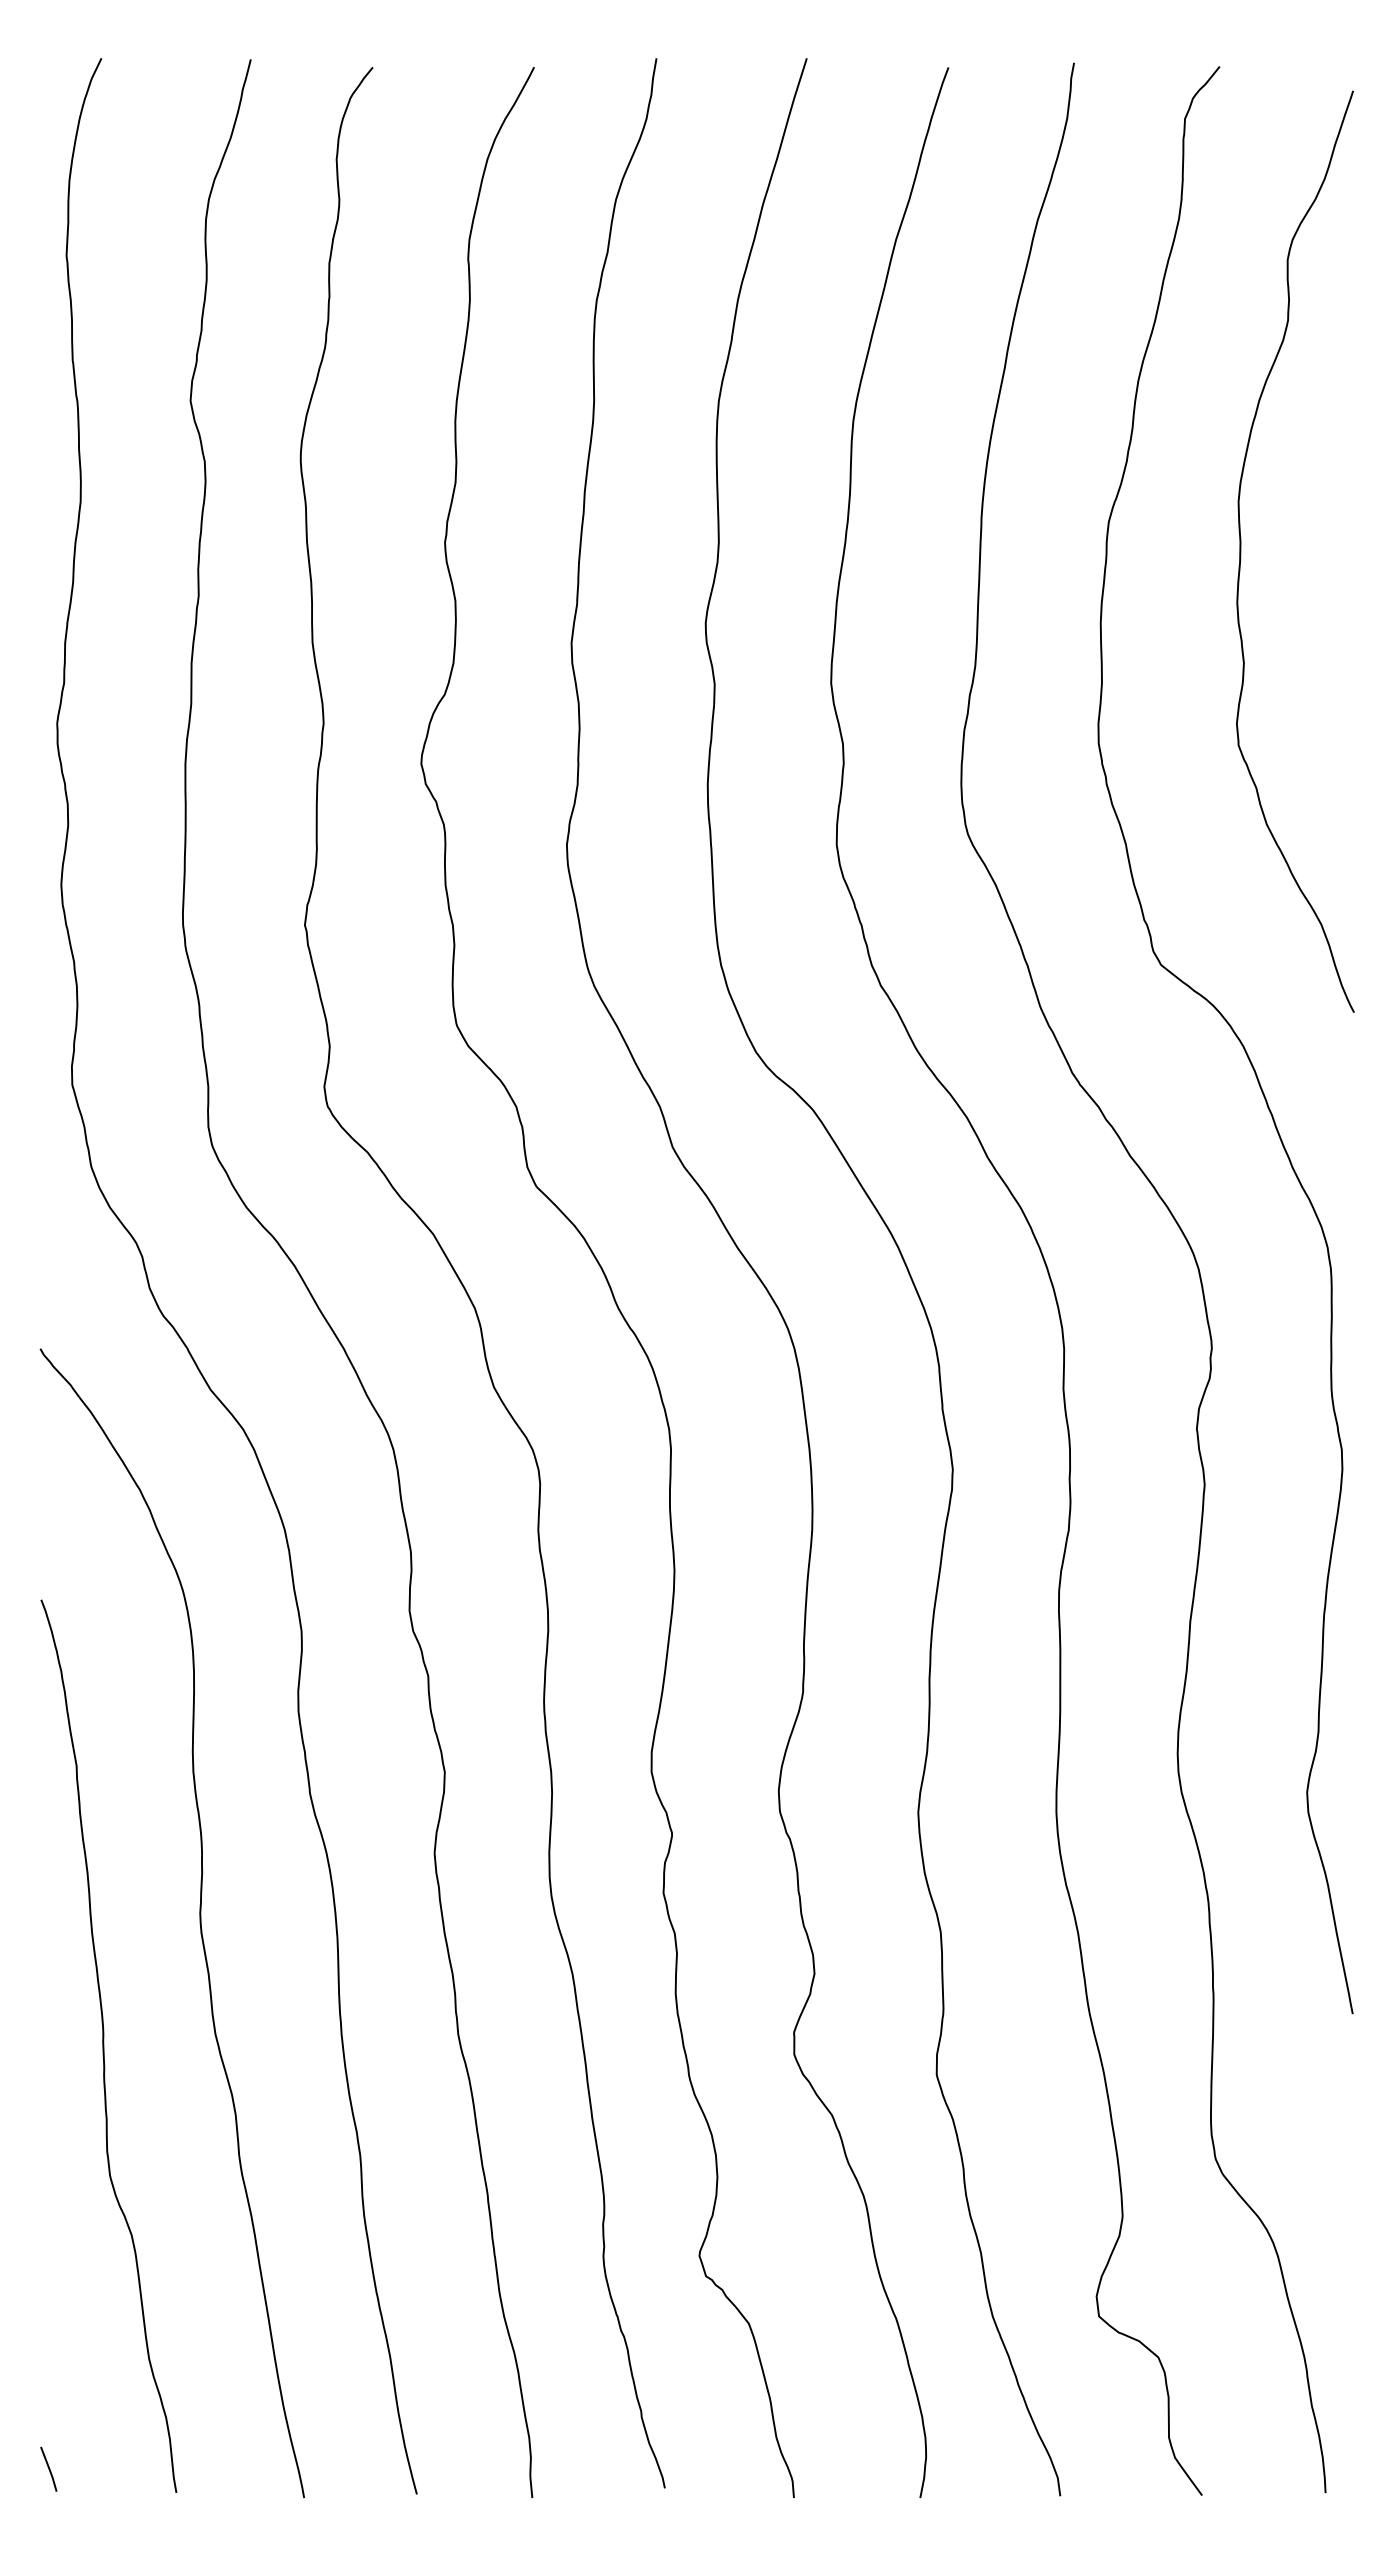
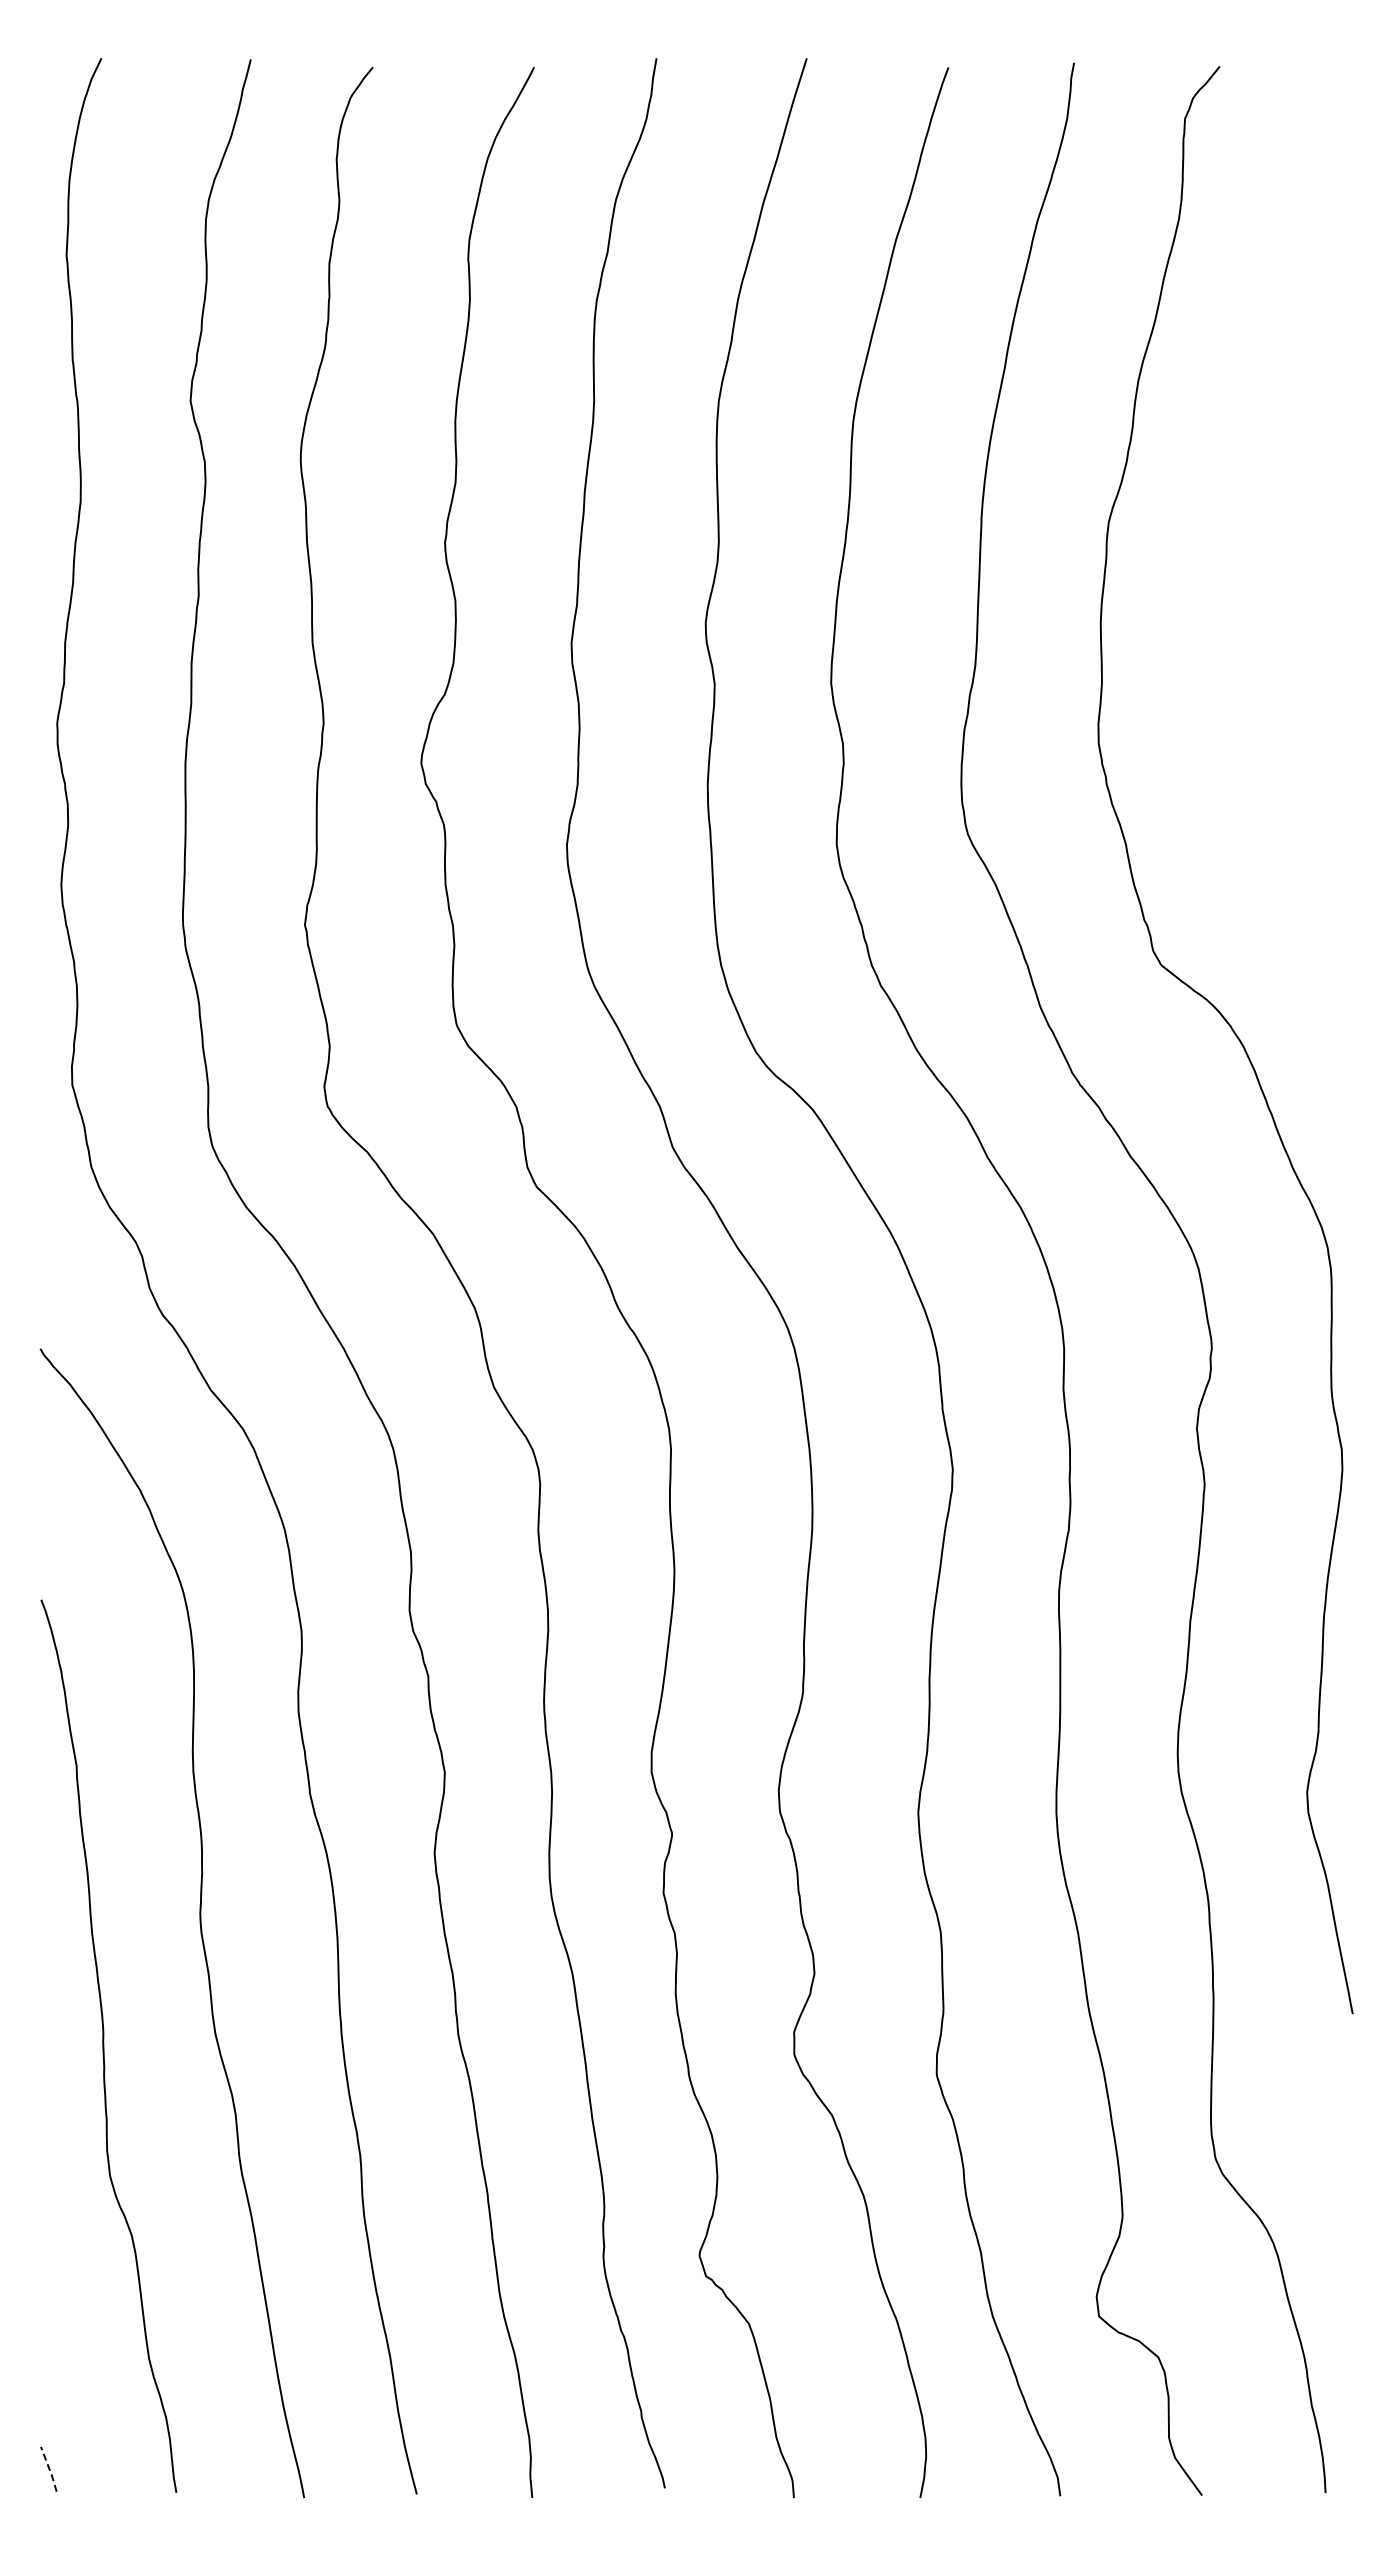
curve at (1241, 551): present -> none
line at (49, 2469): solid -> dashed
